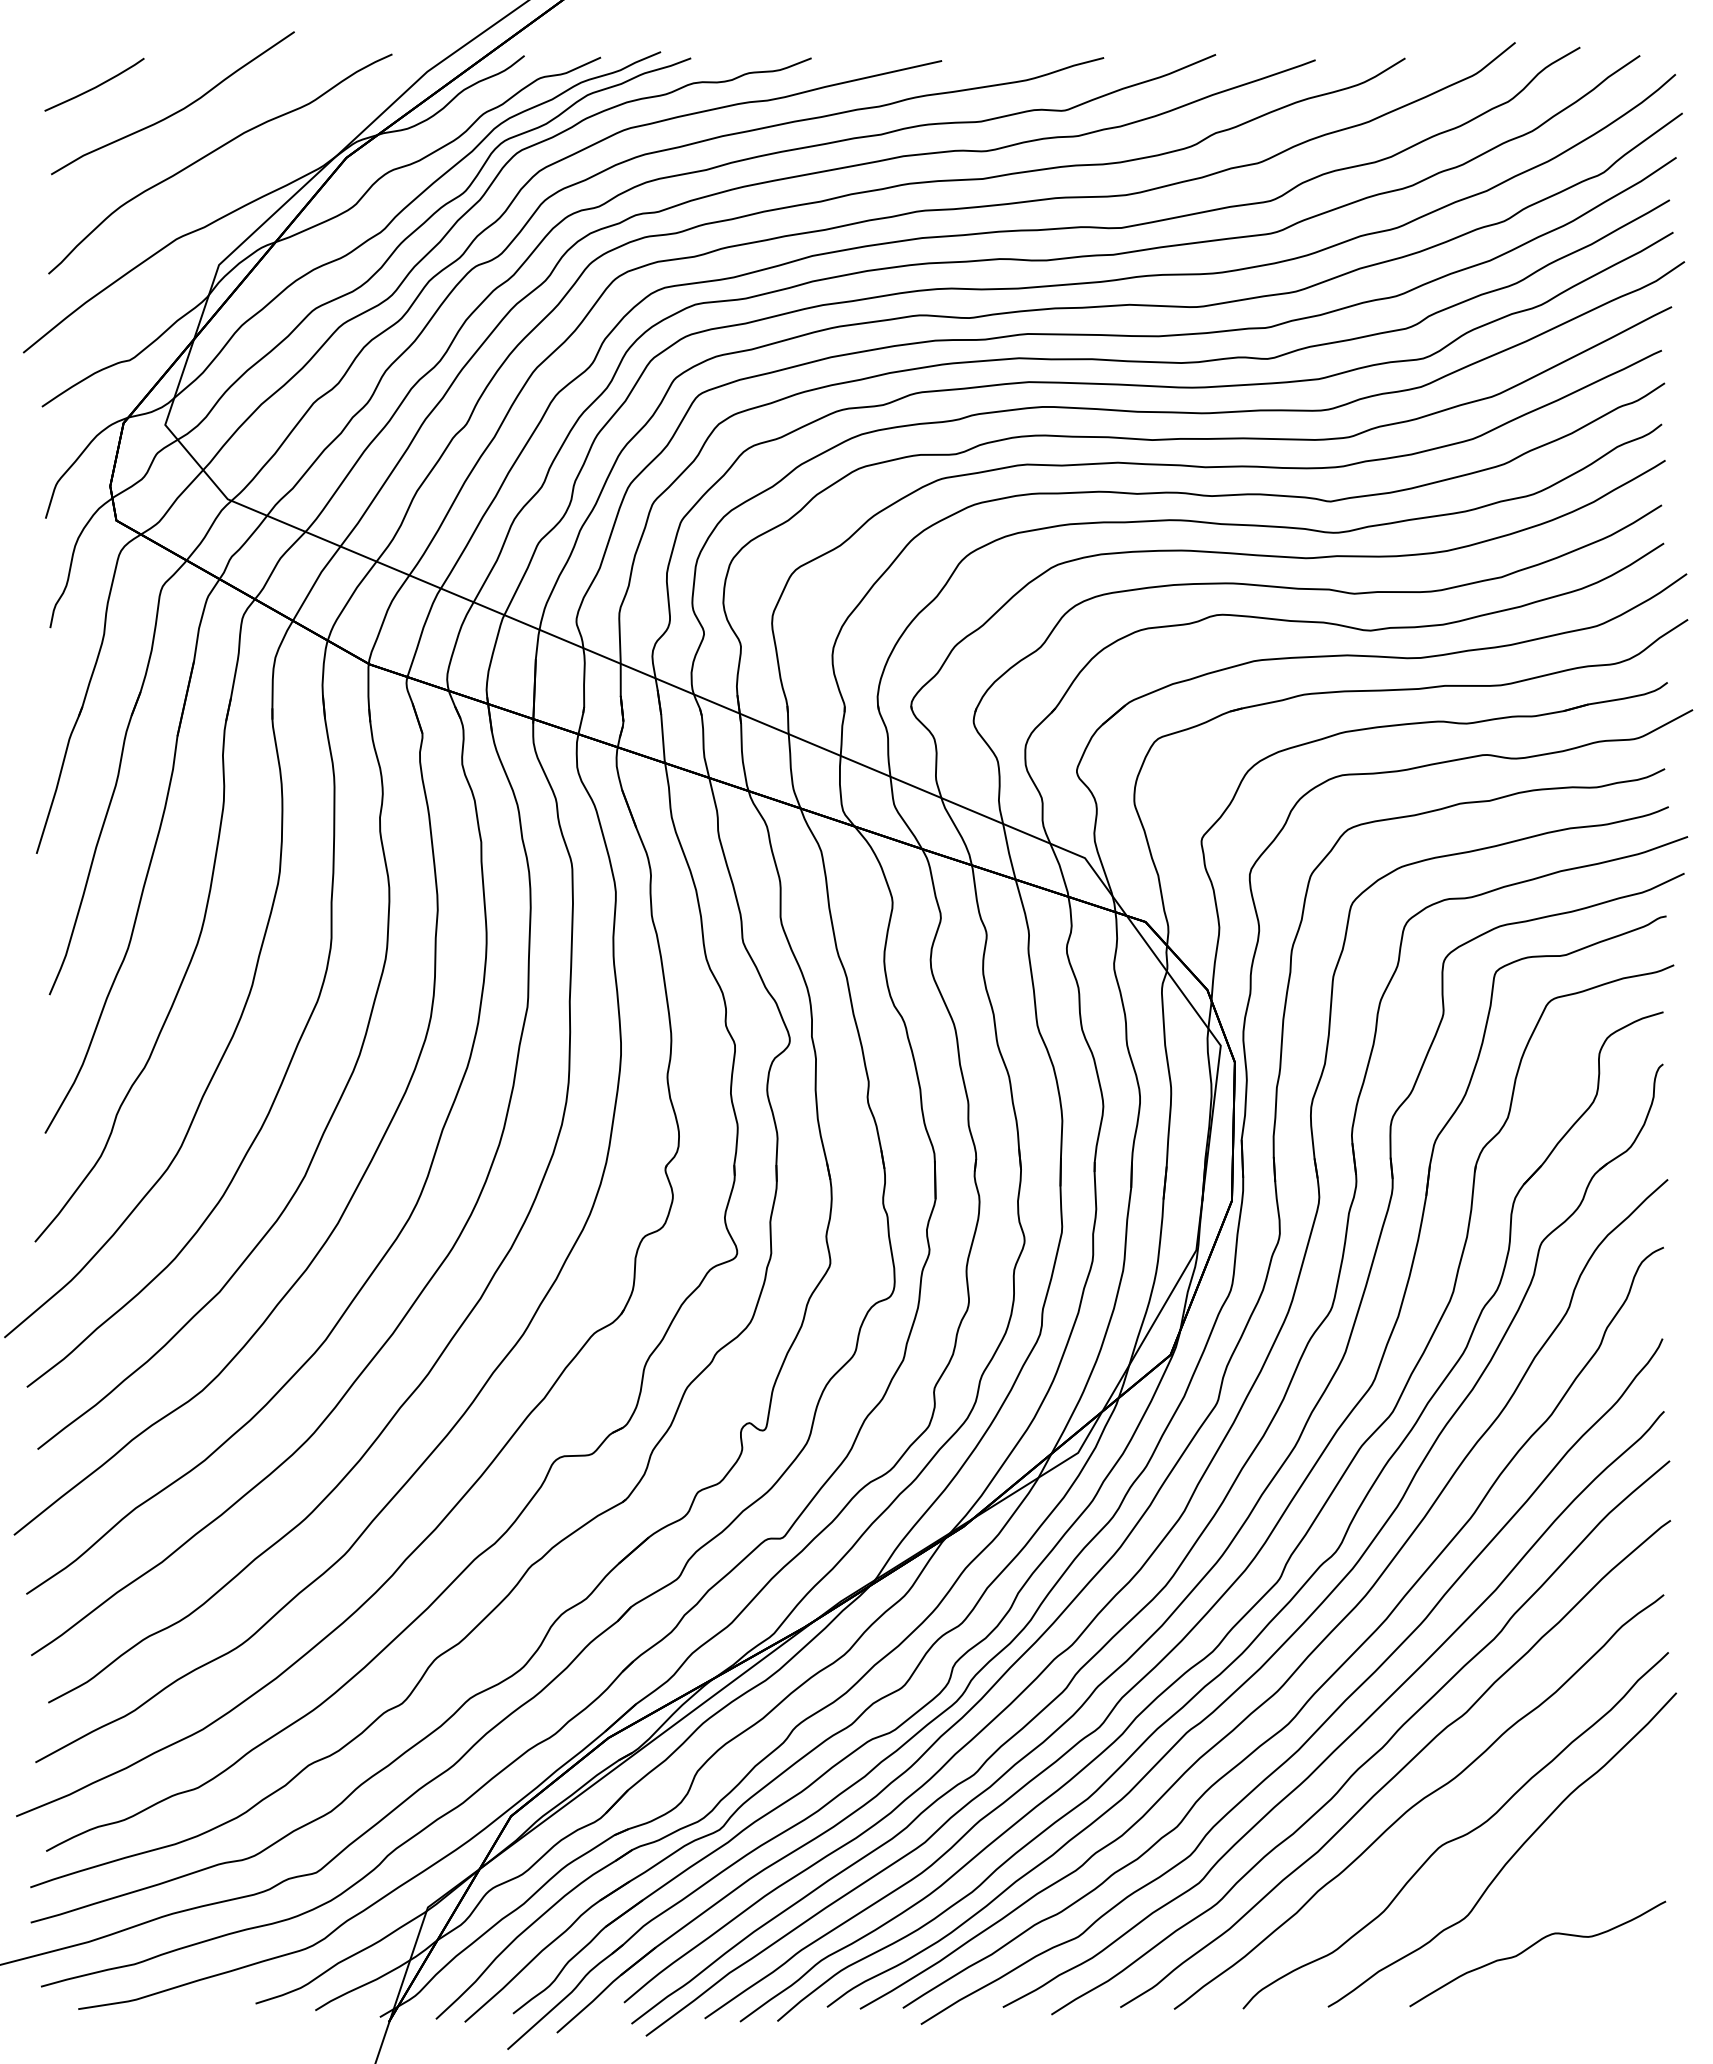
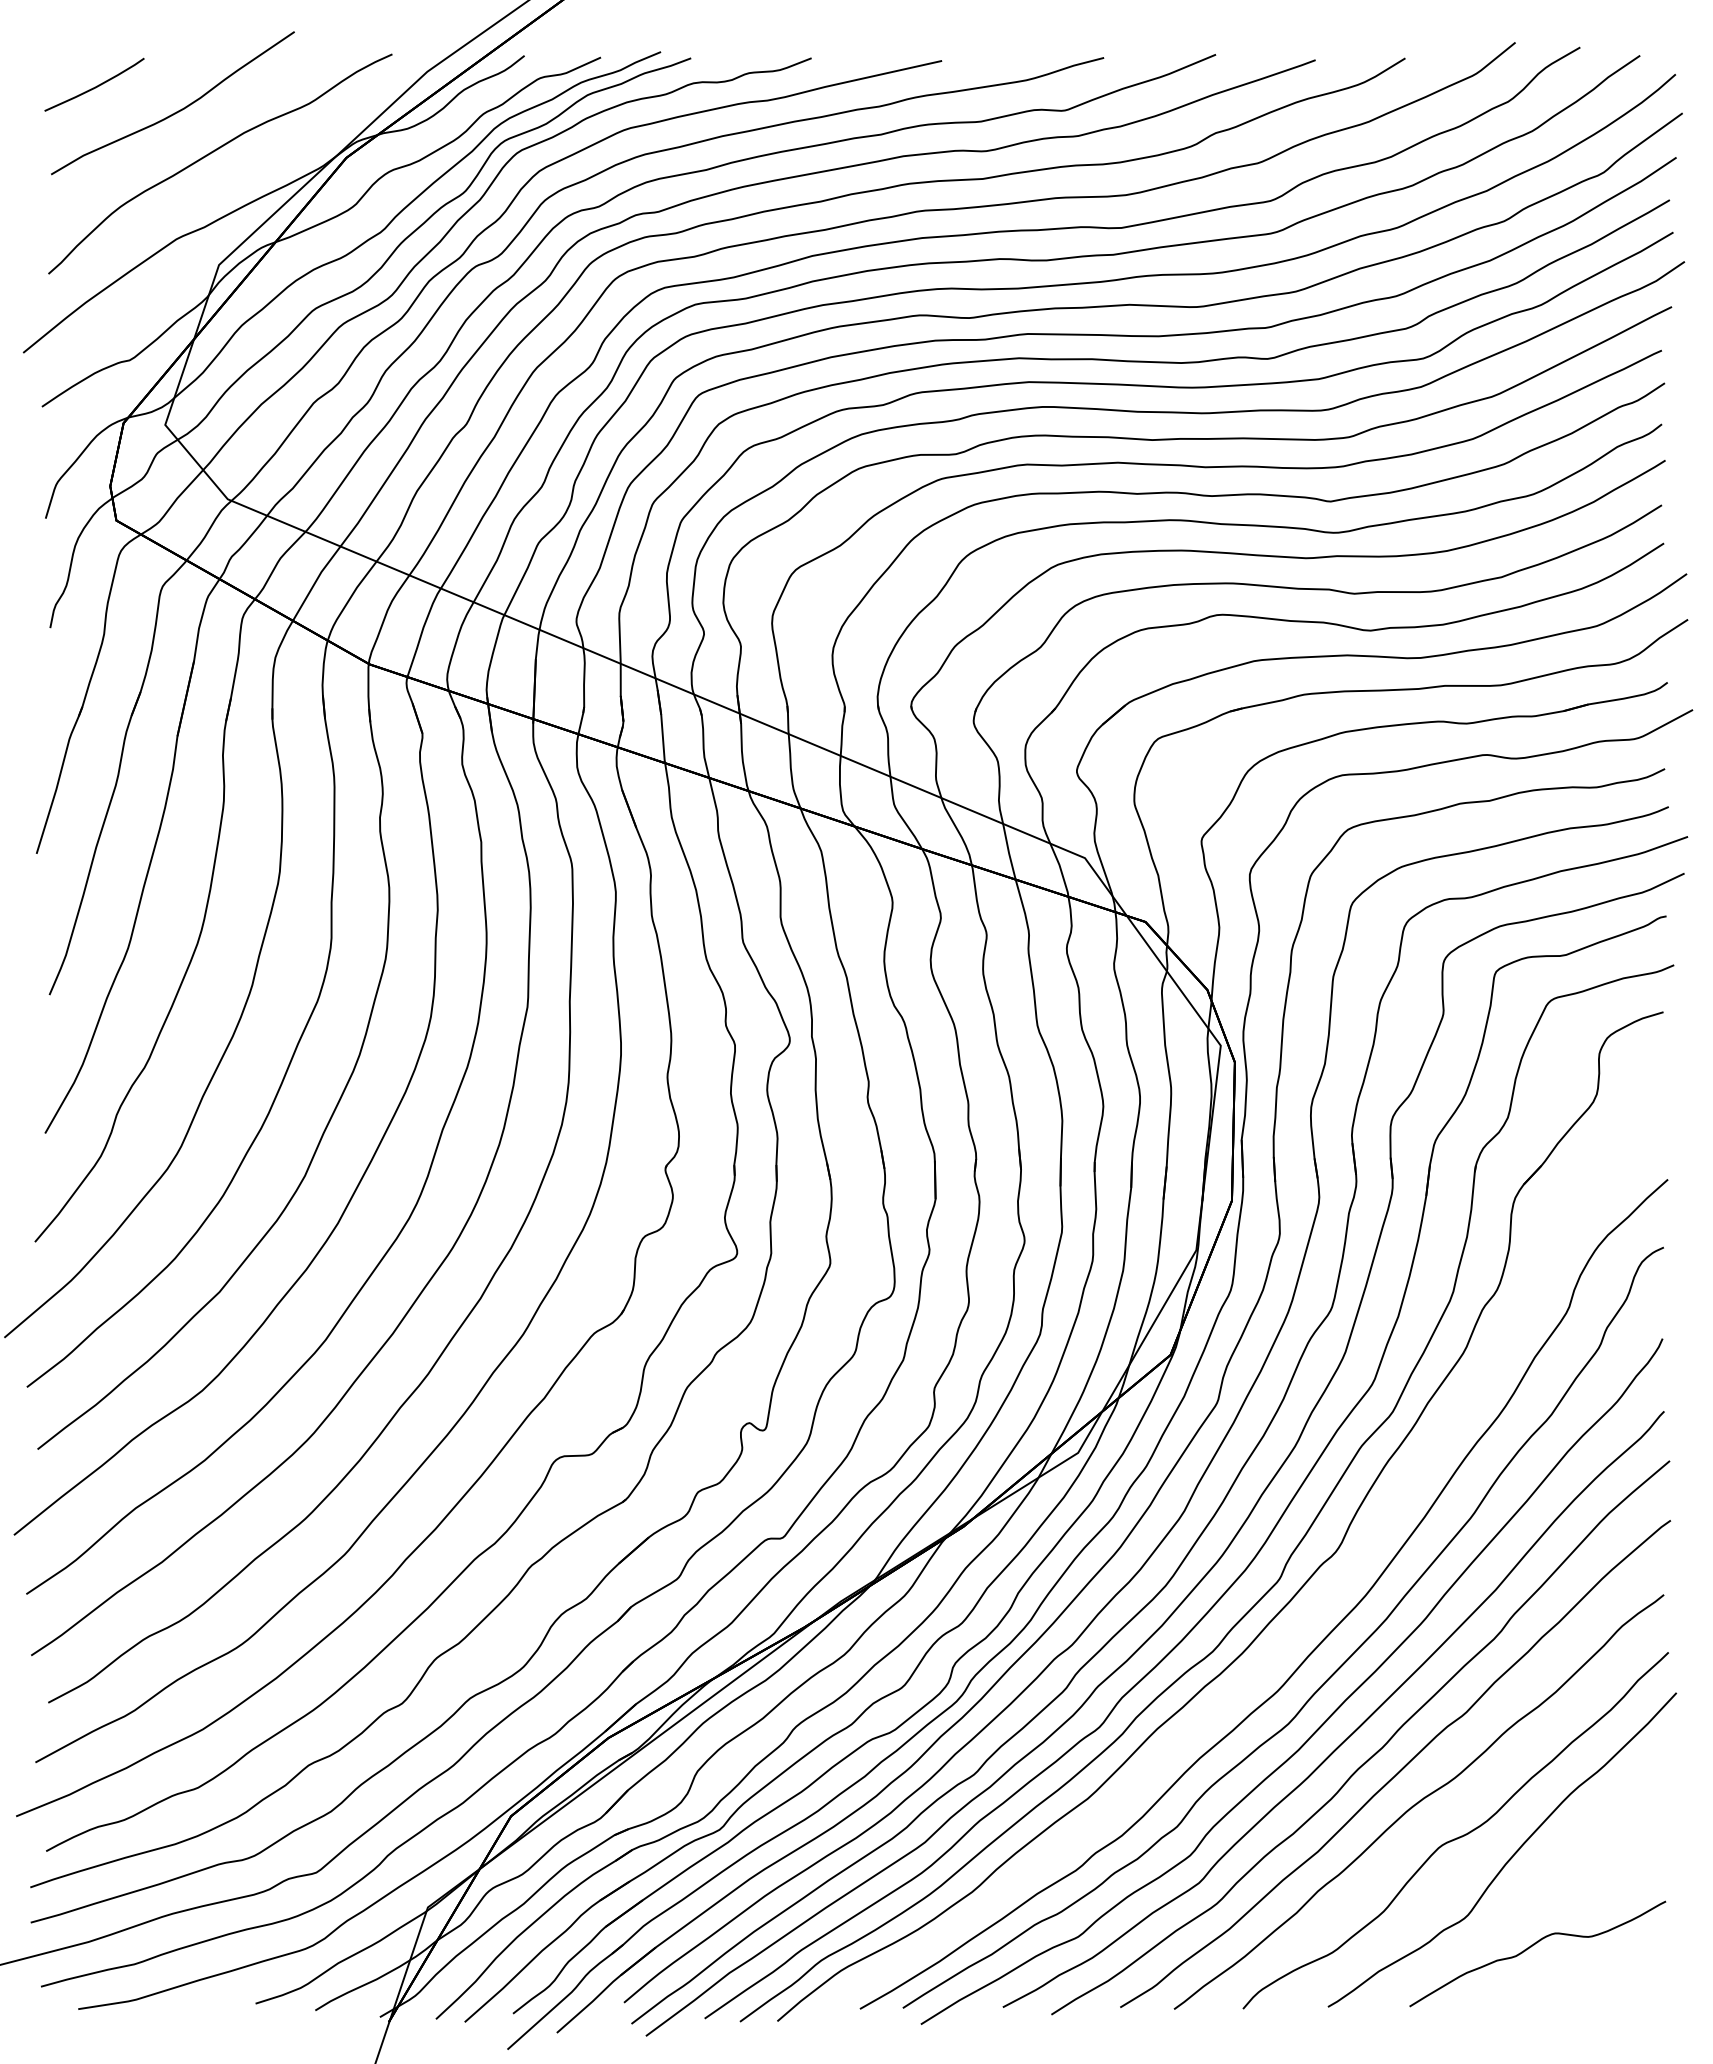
part at (1323, 1599): present -> none
